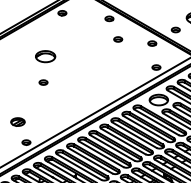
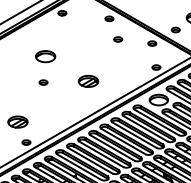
line at (20, 12): none -> present
part at (88, 80): none -> present
part at (17, 121) size: 16x10 px -> 22x14 px
